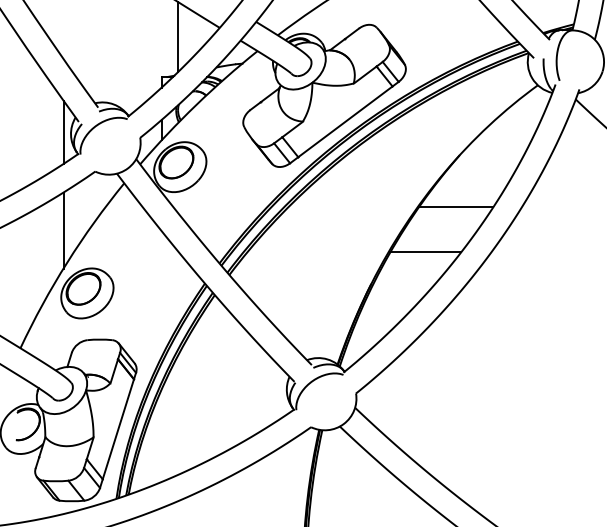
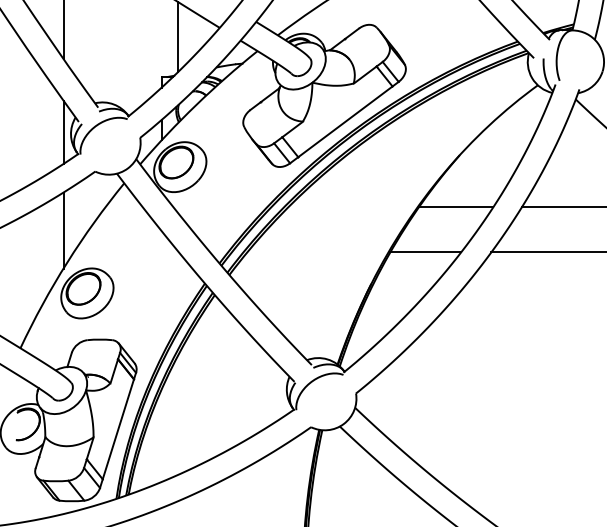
line at (63, 30): none -> present
line at (562, 207): none -> present
line at (547, 252): none -> present
